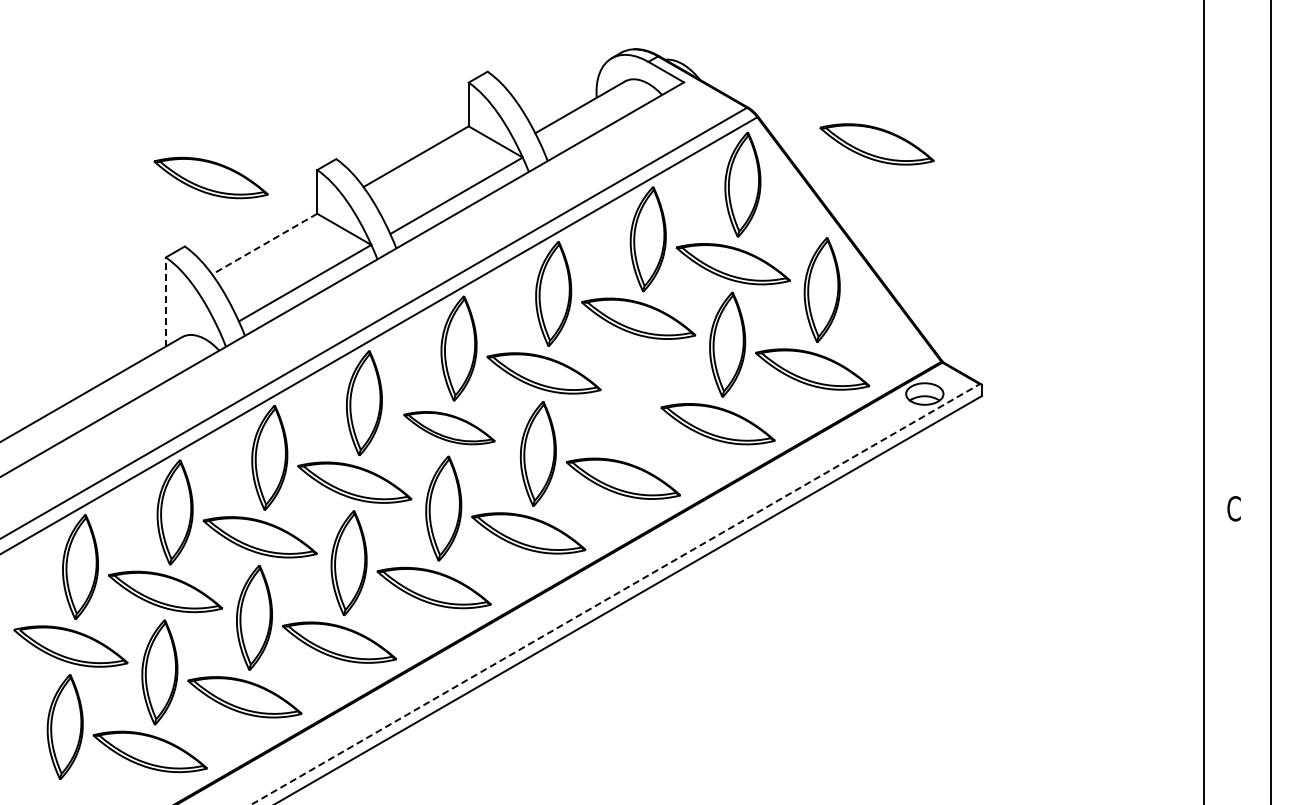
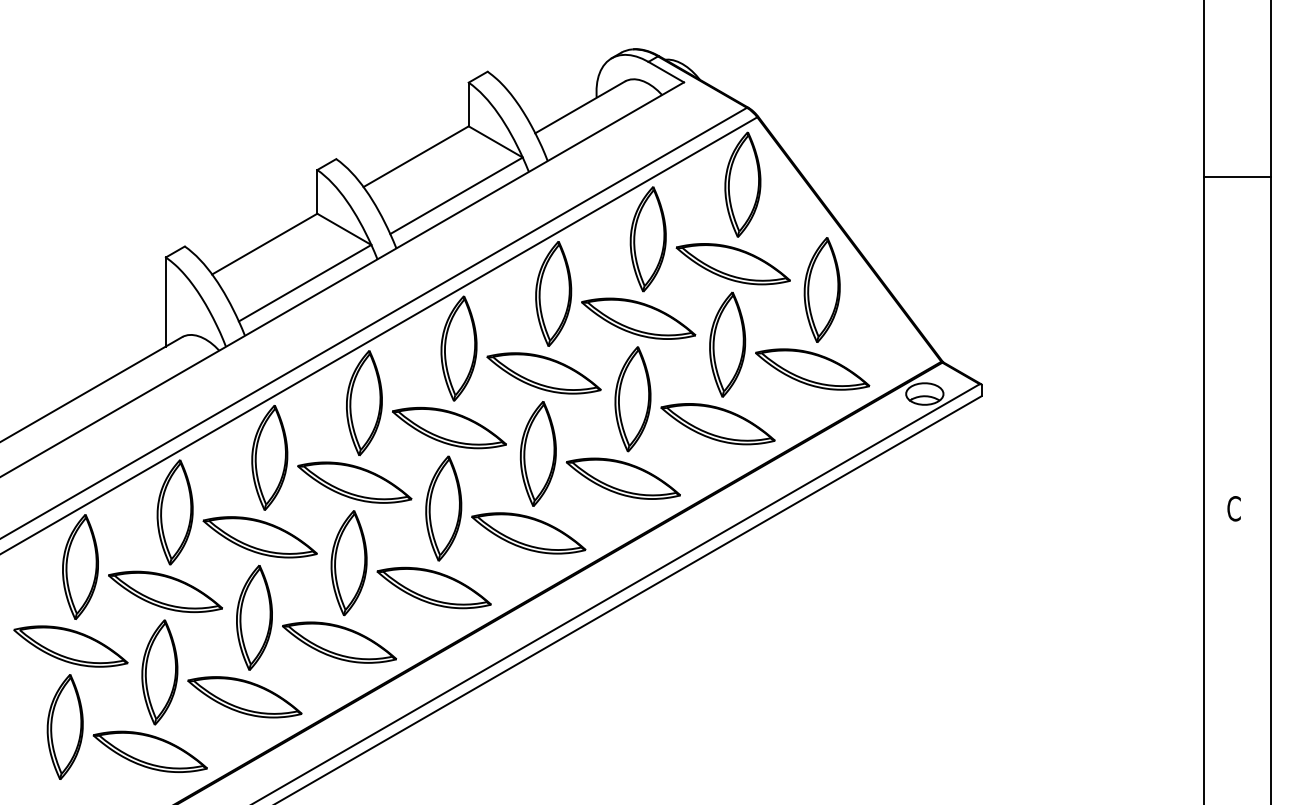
part at (876, 144): present -> none
part at (210, 177): present -> none
line at (1236, 177): none -> present
line at (264, 244): dashed -> solid
line at (165, 301): dashed -> solid
part at (632, 399): none -> present
part at (449, 428) size: 93x35 px -> 115x43 px
line at (616, 594): dashed -> solid
